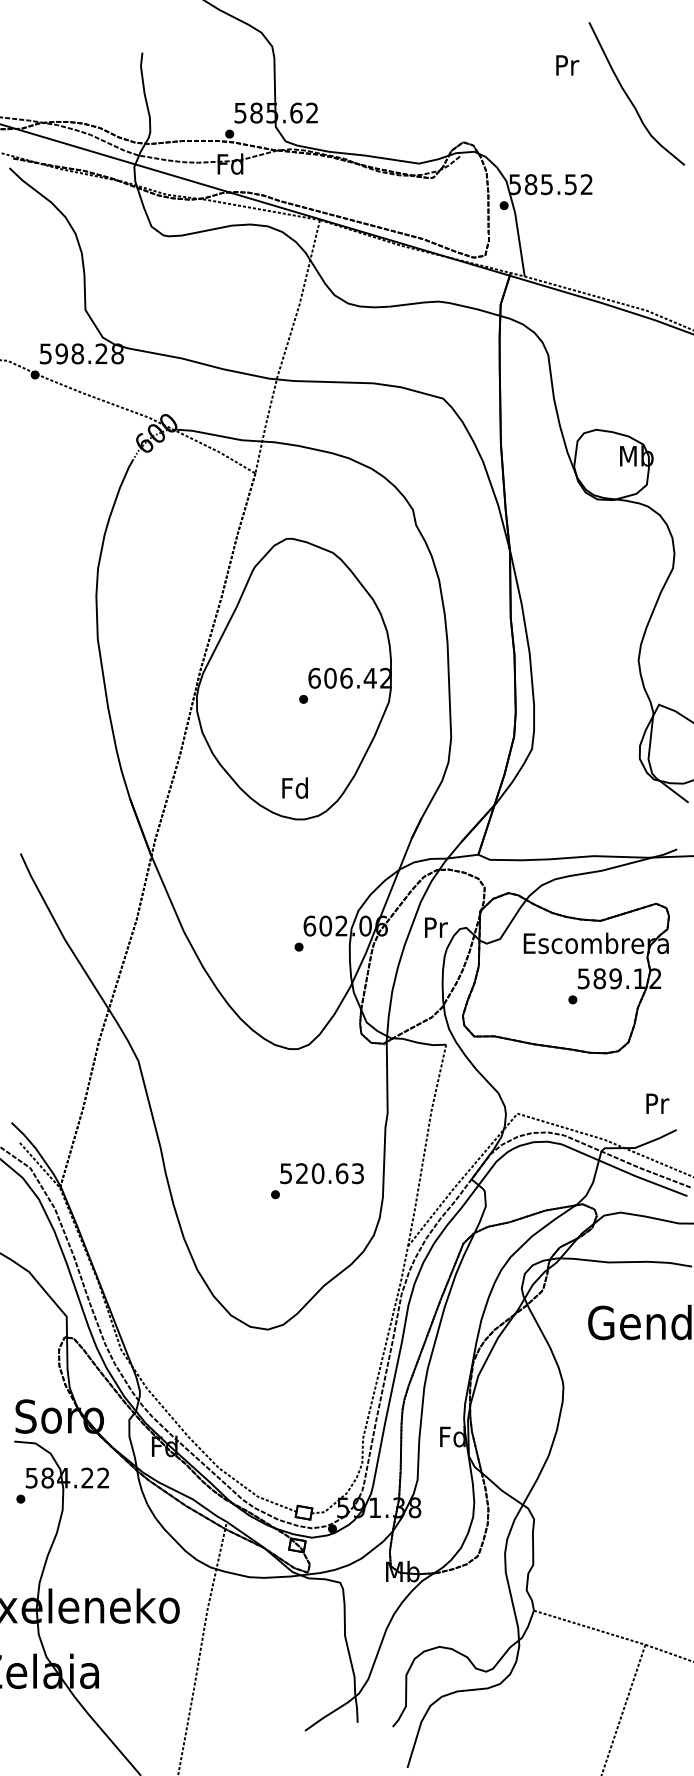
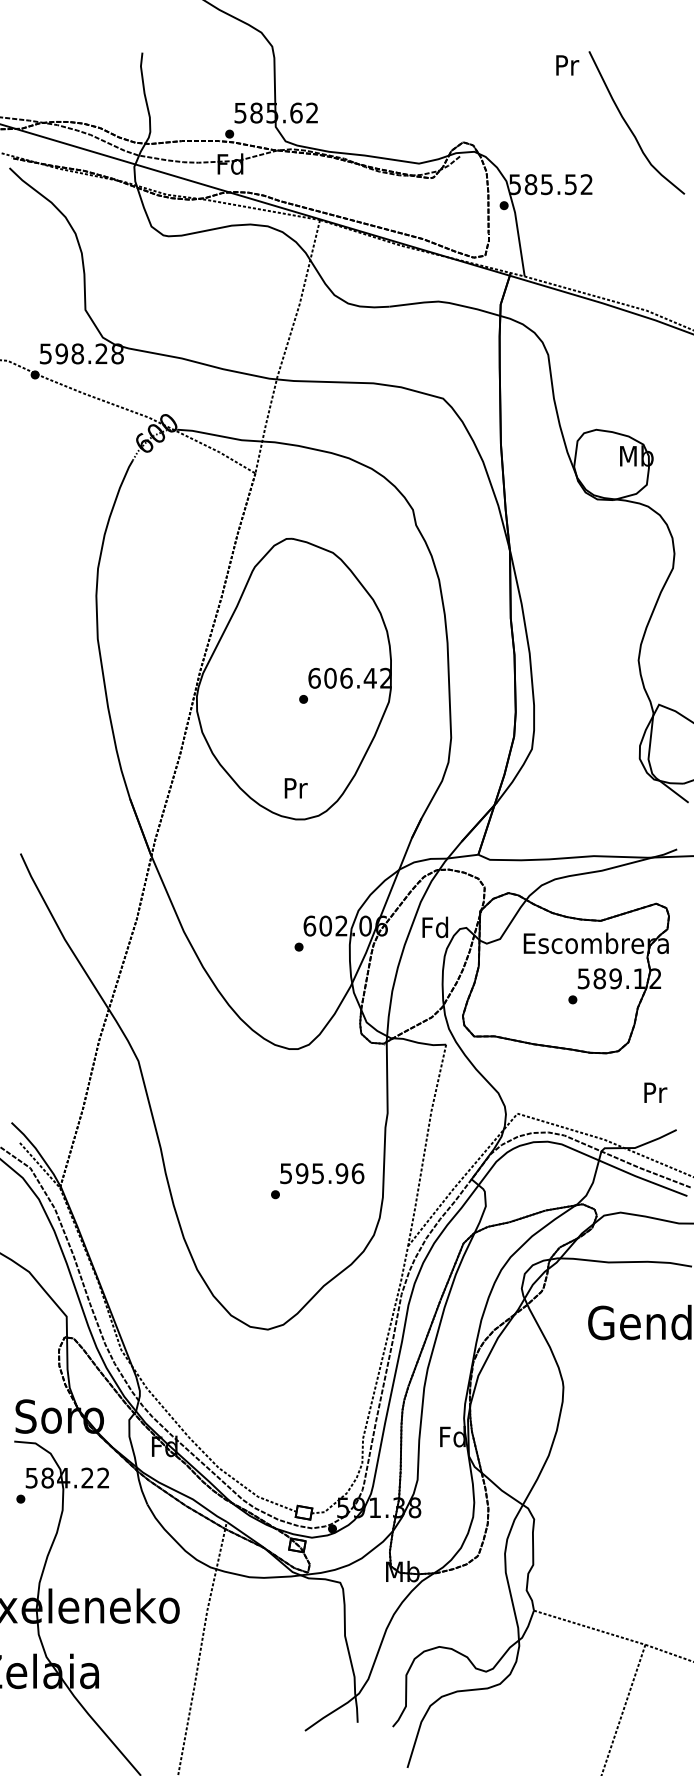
curve at (630, 98) position: (630, 98) -> (630, 127)
text at (294, 787): Fd -> Pr
text at (435, 927): Pr -> Fd
text at (657, 1103) position: (657, 1103) -> (655, 1092)
text at (329, 1173): 520.63 -> 595.96
